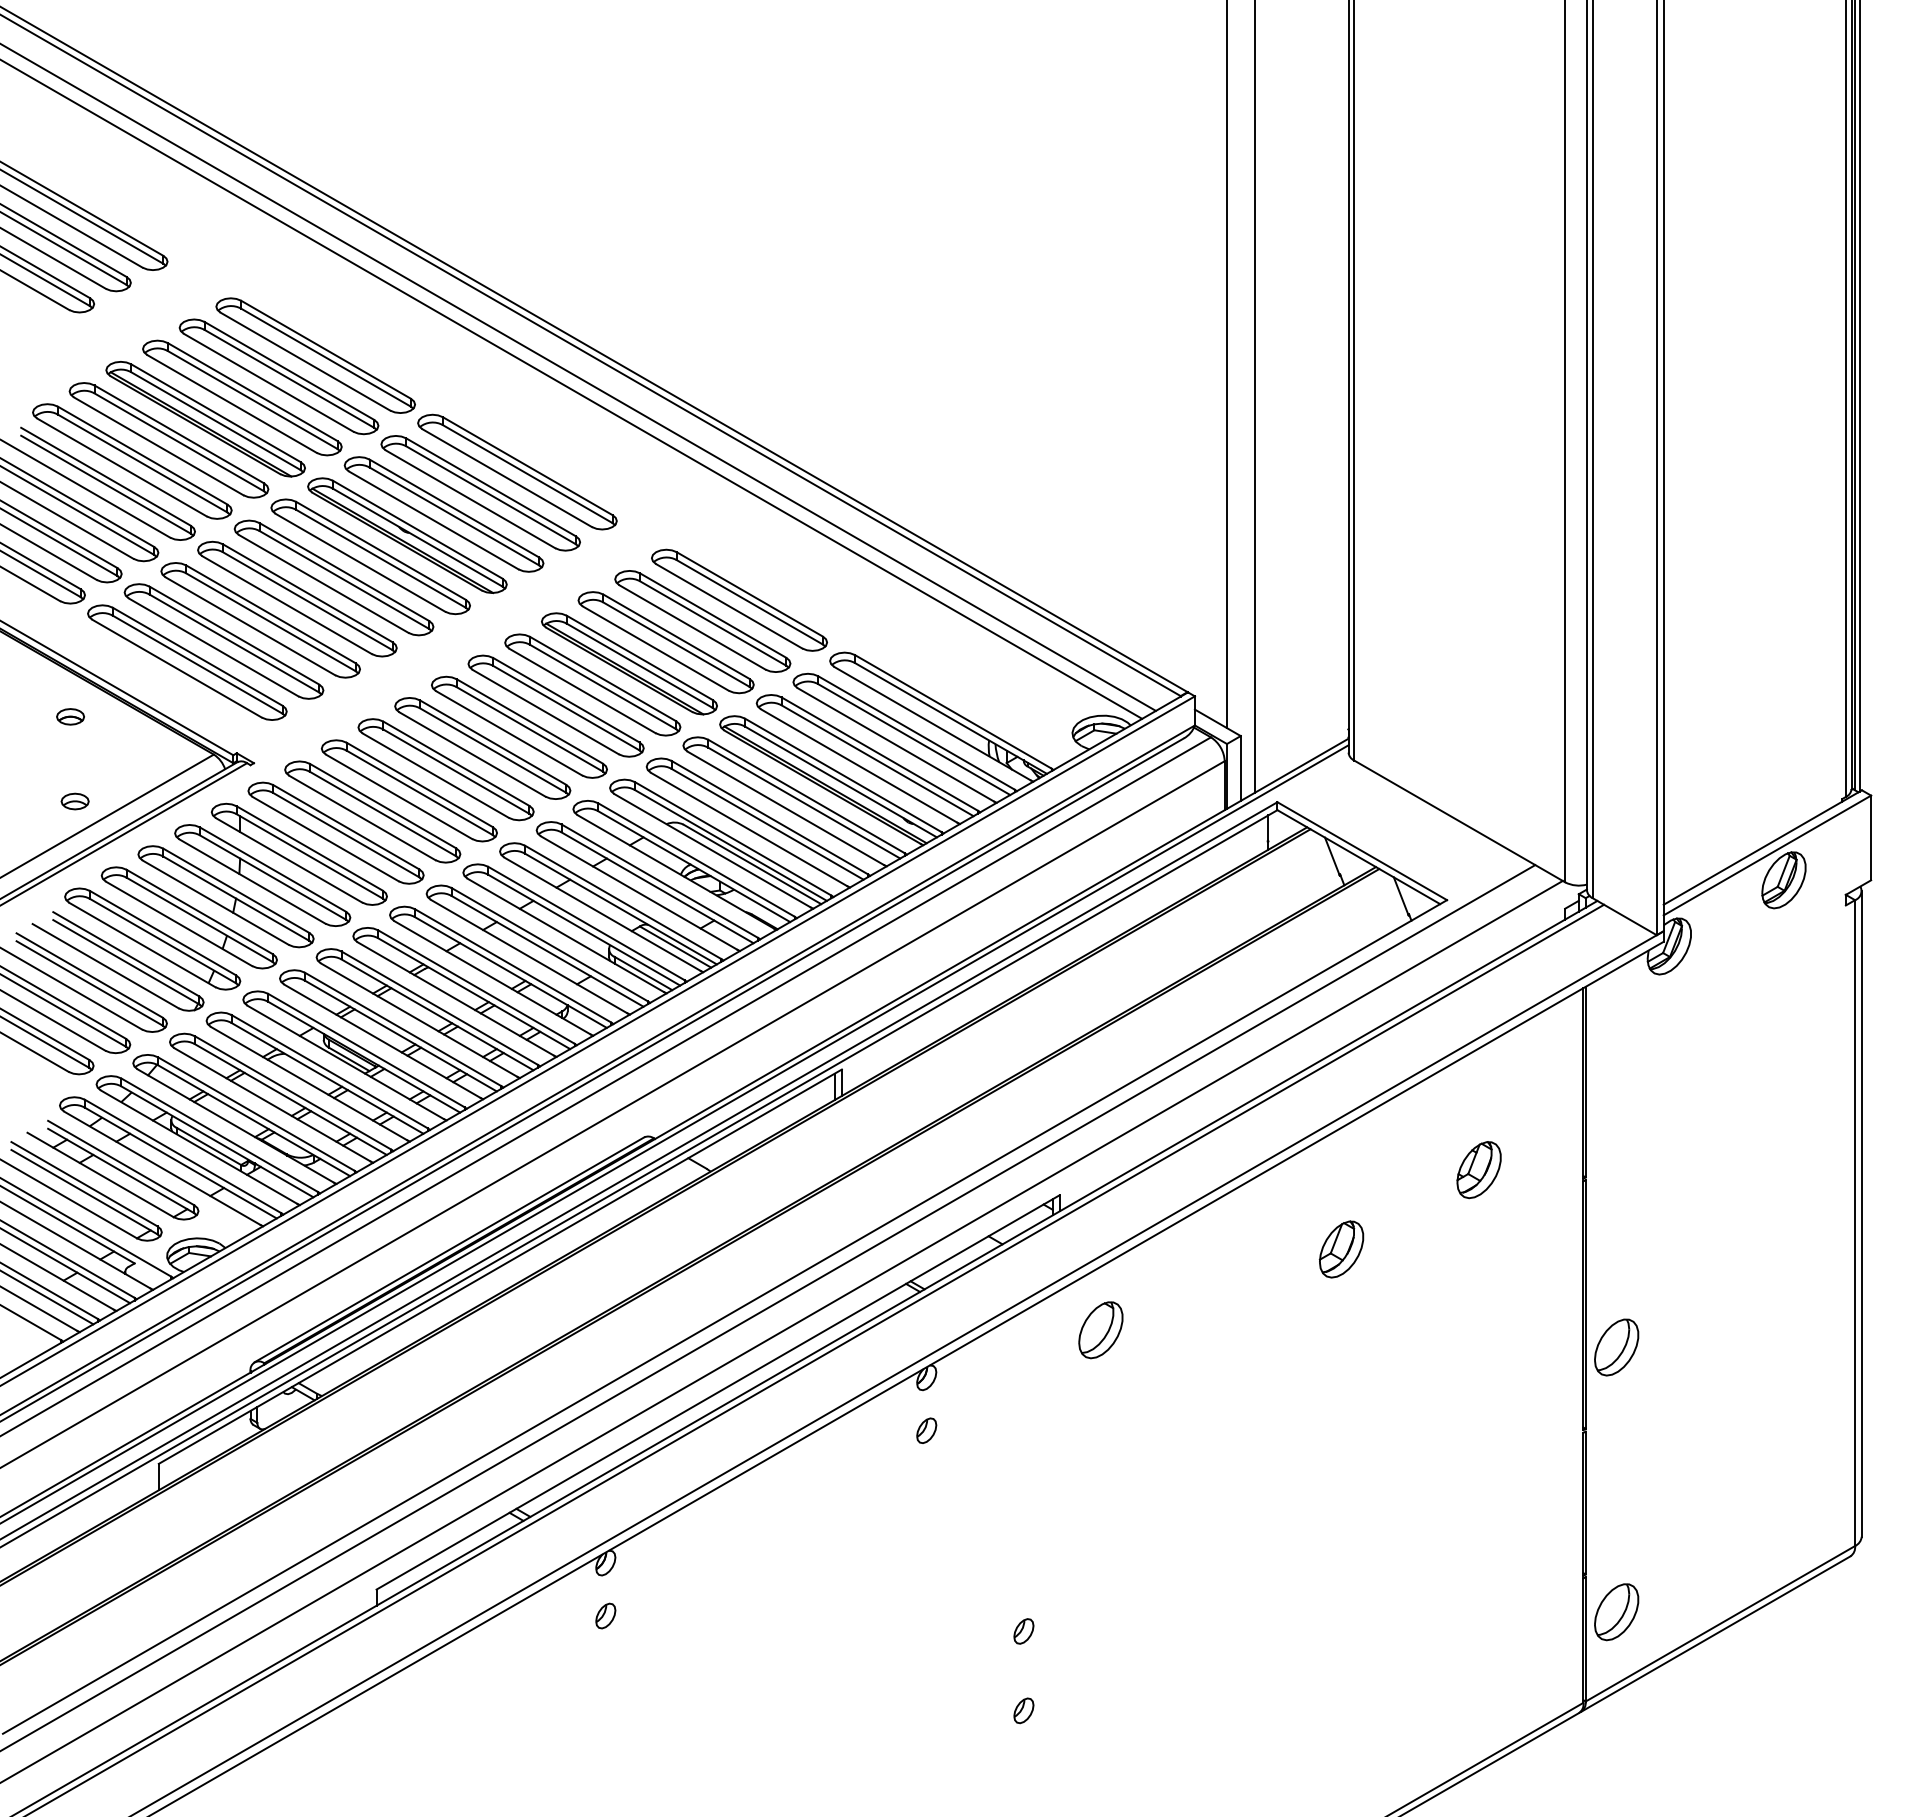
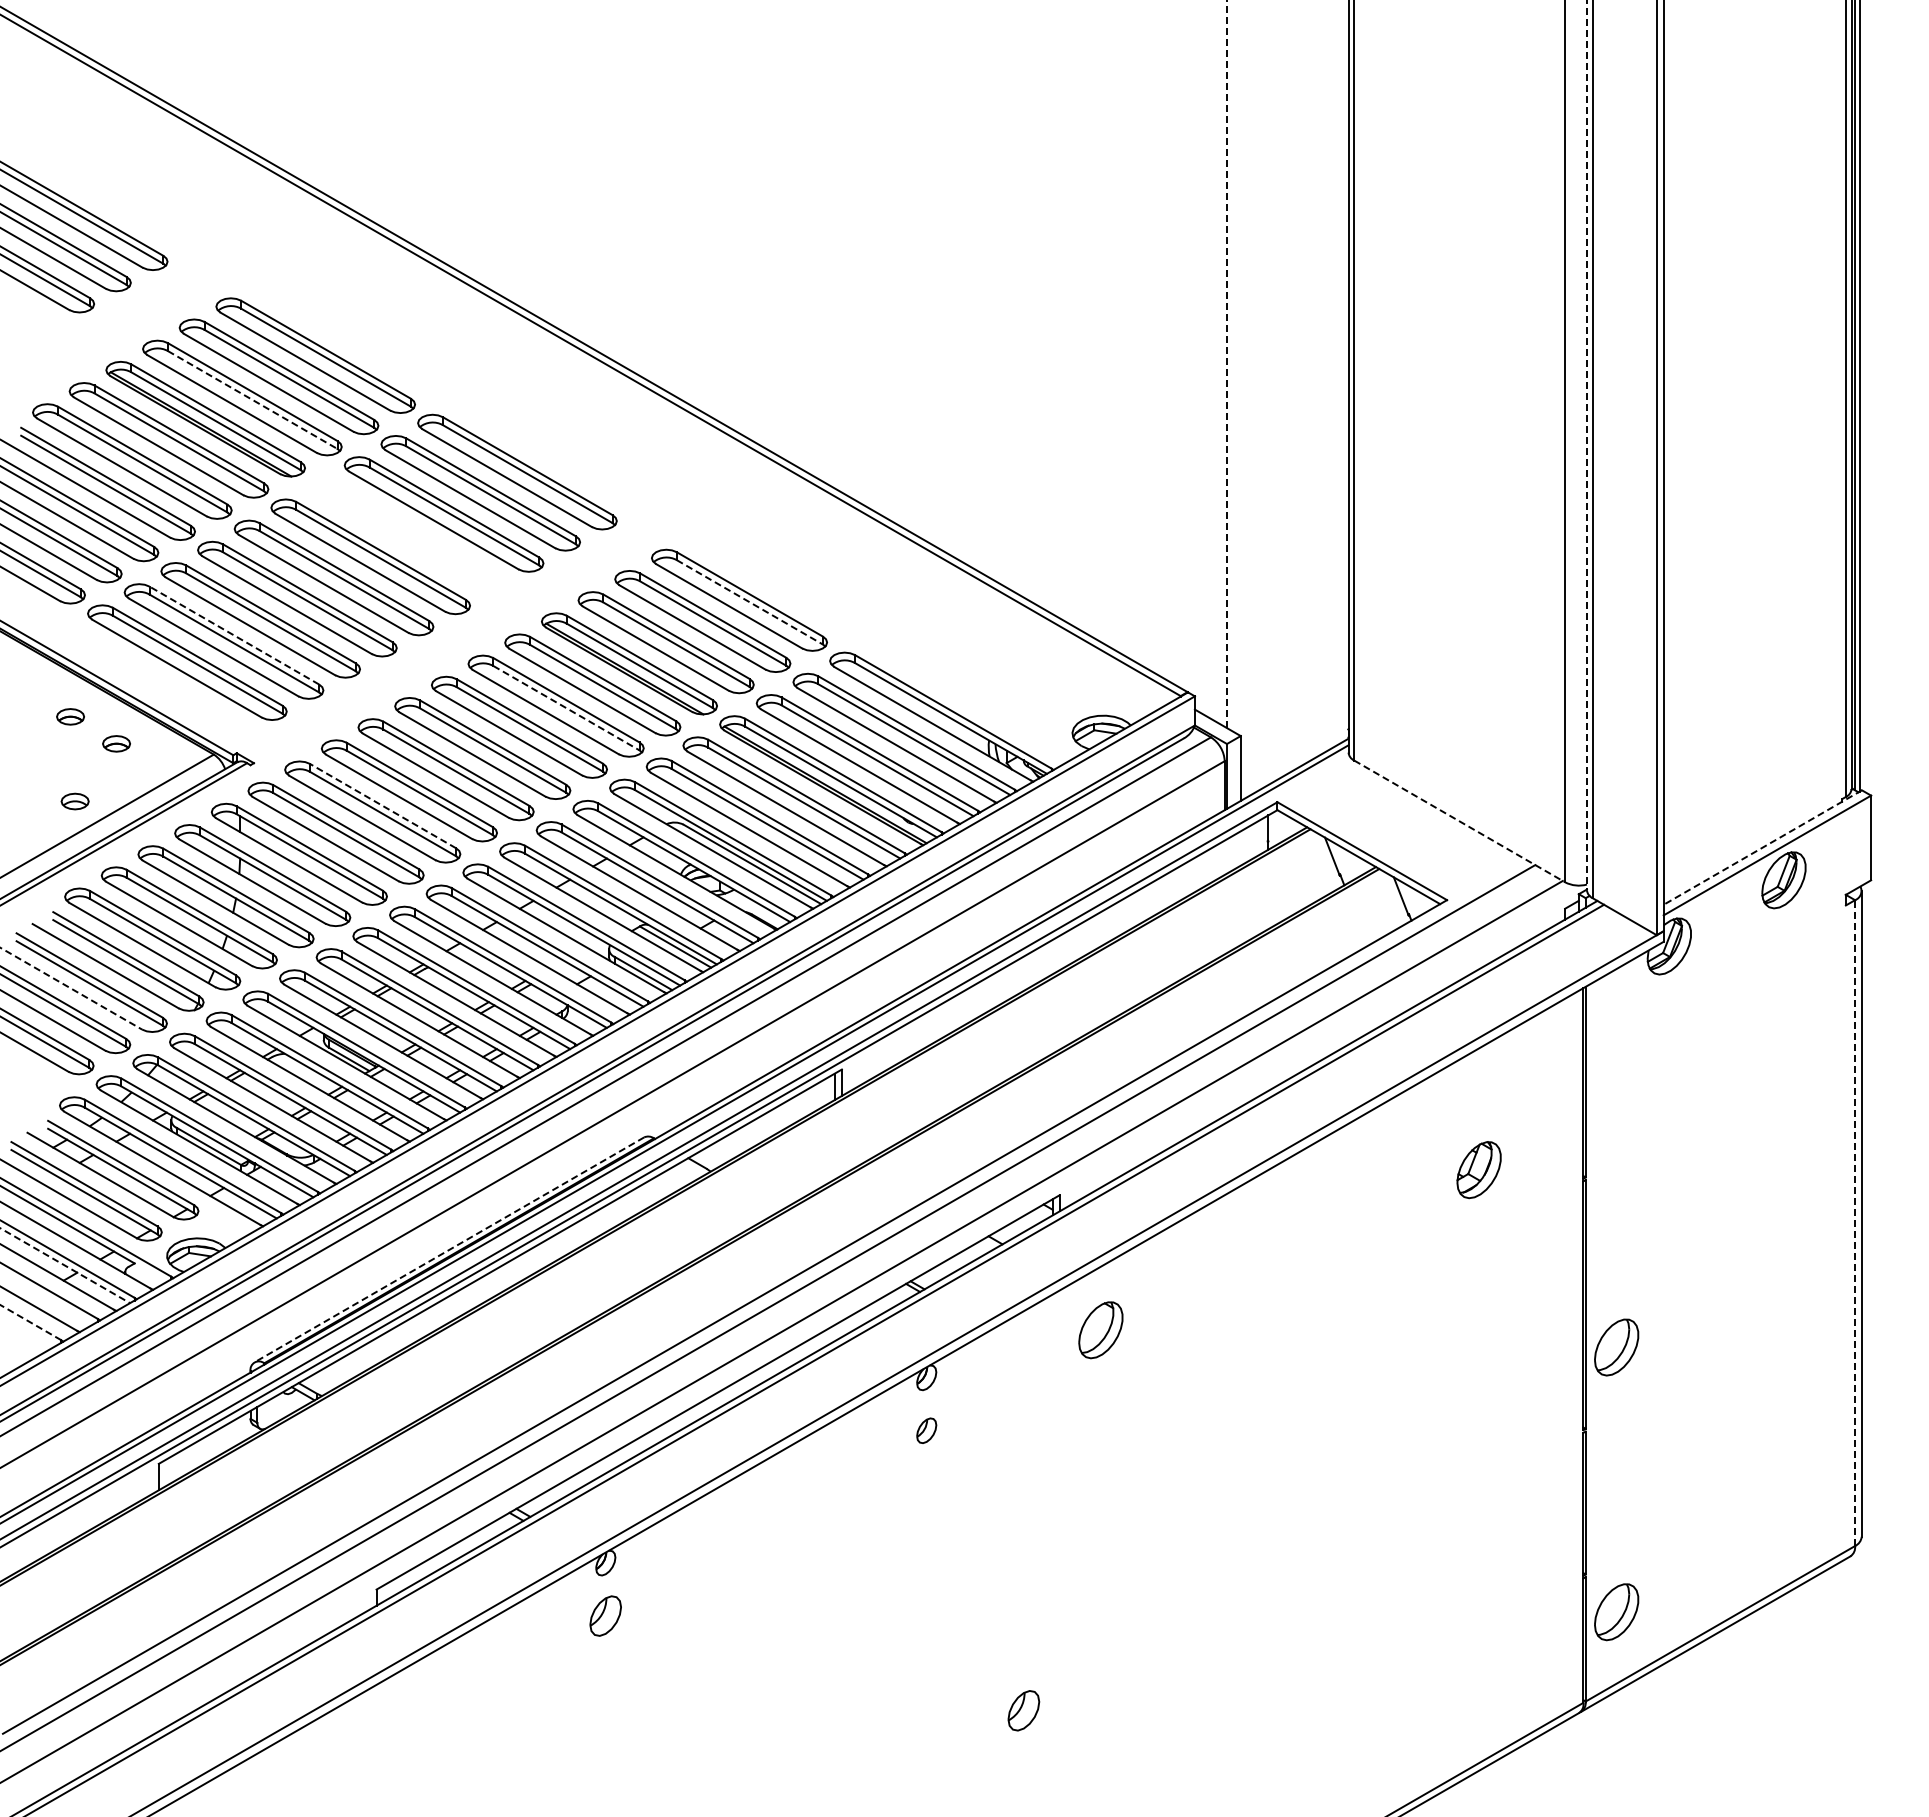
line at (1227, 364): solid -> dashed
line at (578, 377): present -> none
line at (572, 389): present -> none
line at (1254, 397): present -> none
line at (252, 400): solid -> dashed
line at (1586, 445): solid -> dashed
part at (407, 535): present -> none
line at (750, 602): solid -> dashed
line at (234, 635): solid -> dashed
line at (566, 708): solid -> dashed
part at (116, 743): none -> present
line at (382, 805): solid -> dashed
line at (1459, 821): solid -> dashed
line at (1762, 847): solid -> dashed
line at (71, 988): solid -> dashed
line at (1855, 1223): solid -> dashed
line at (449, 1249): solid -> dashed
part at (1341, 1249): present -> none
line at (65, 1265): solid -> dashed
line at (47, 1297): present -> none
line at (31, 1322): solid -> dashed
part at (605, 1615) size: 22x28 px -> 33x42 px
part at (1023, 1631): present -> none
part at (1023, 1710) size: 22x28 px -> 34x42 px
